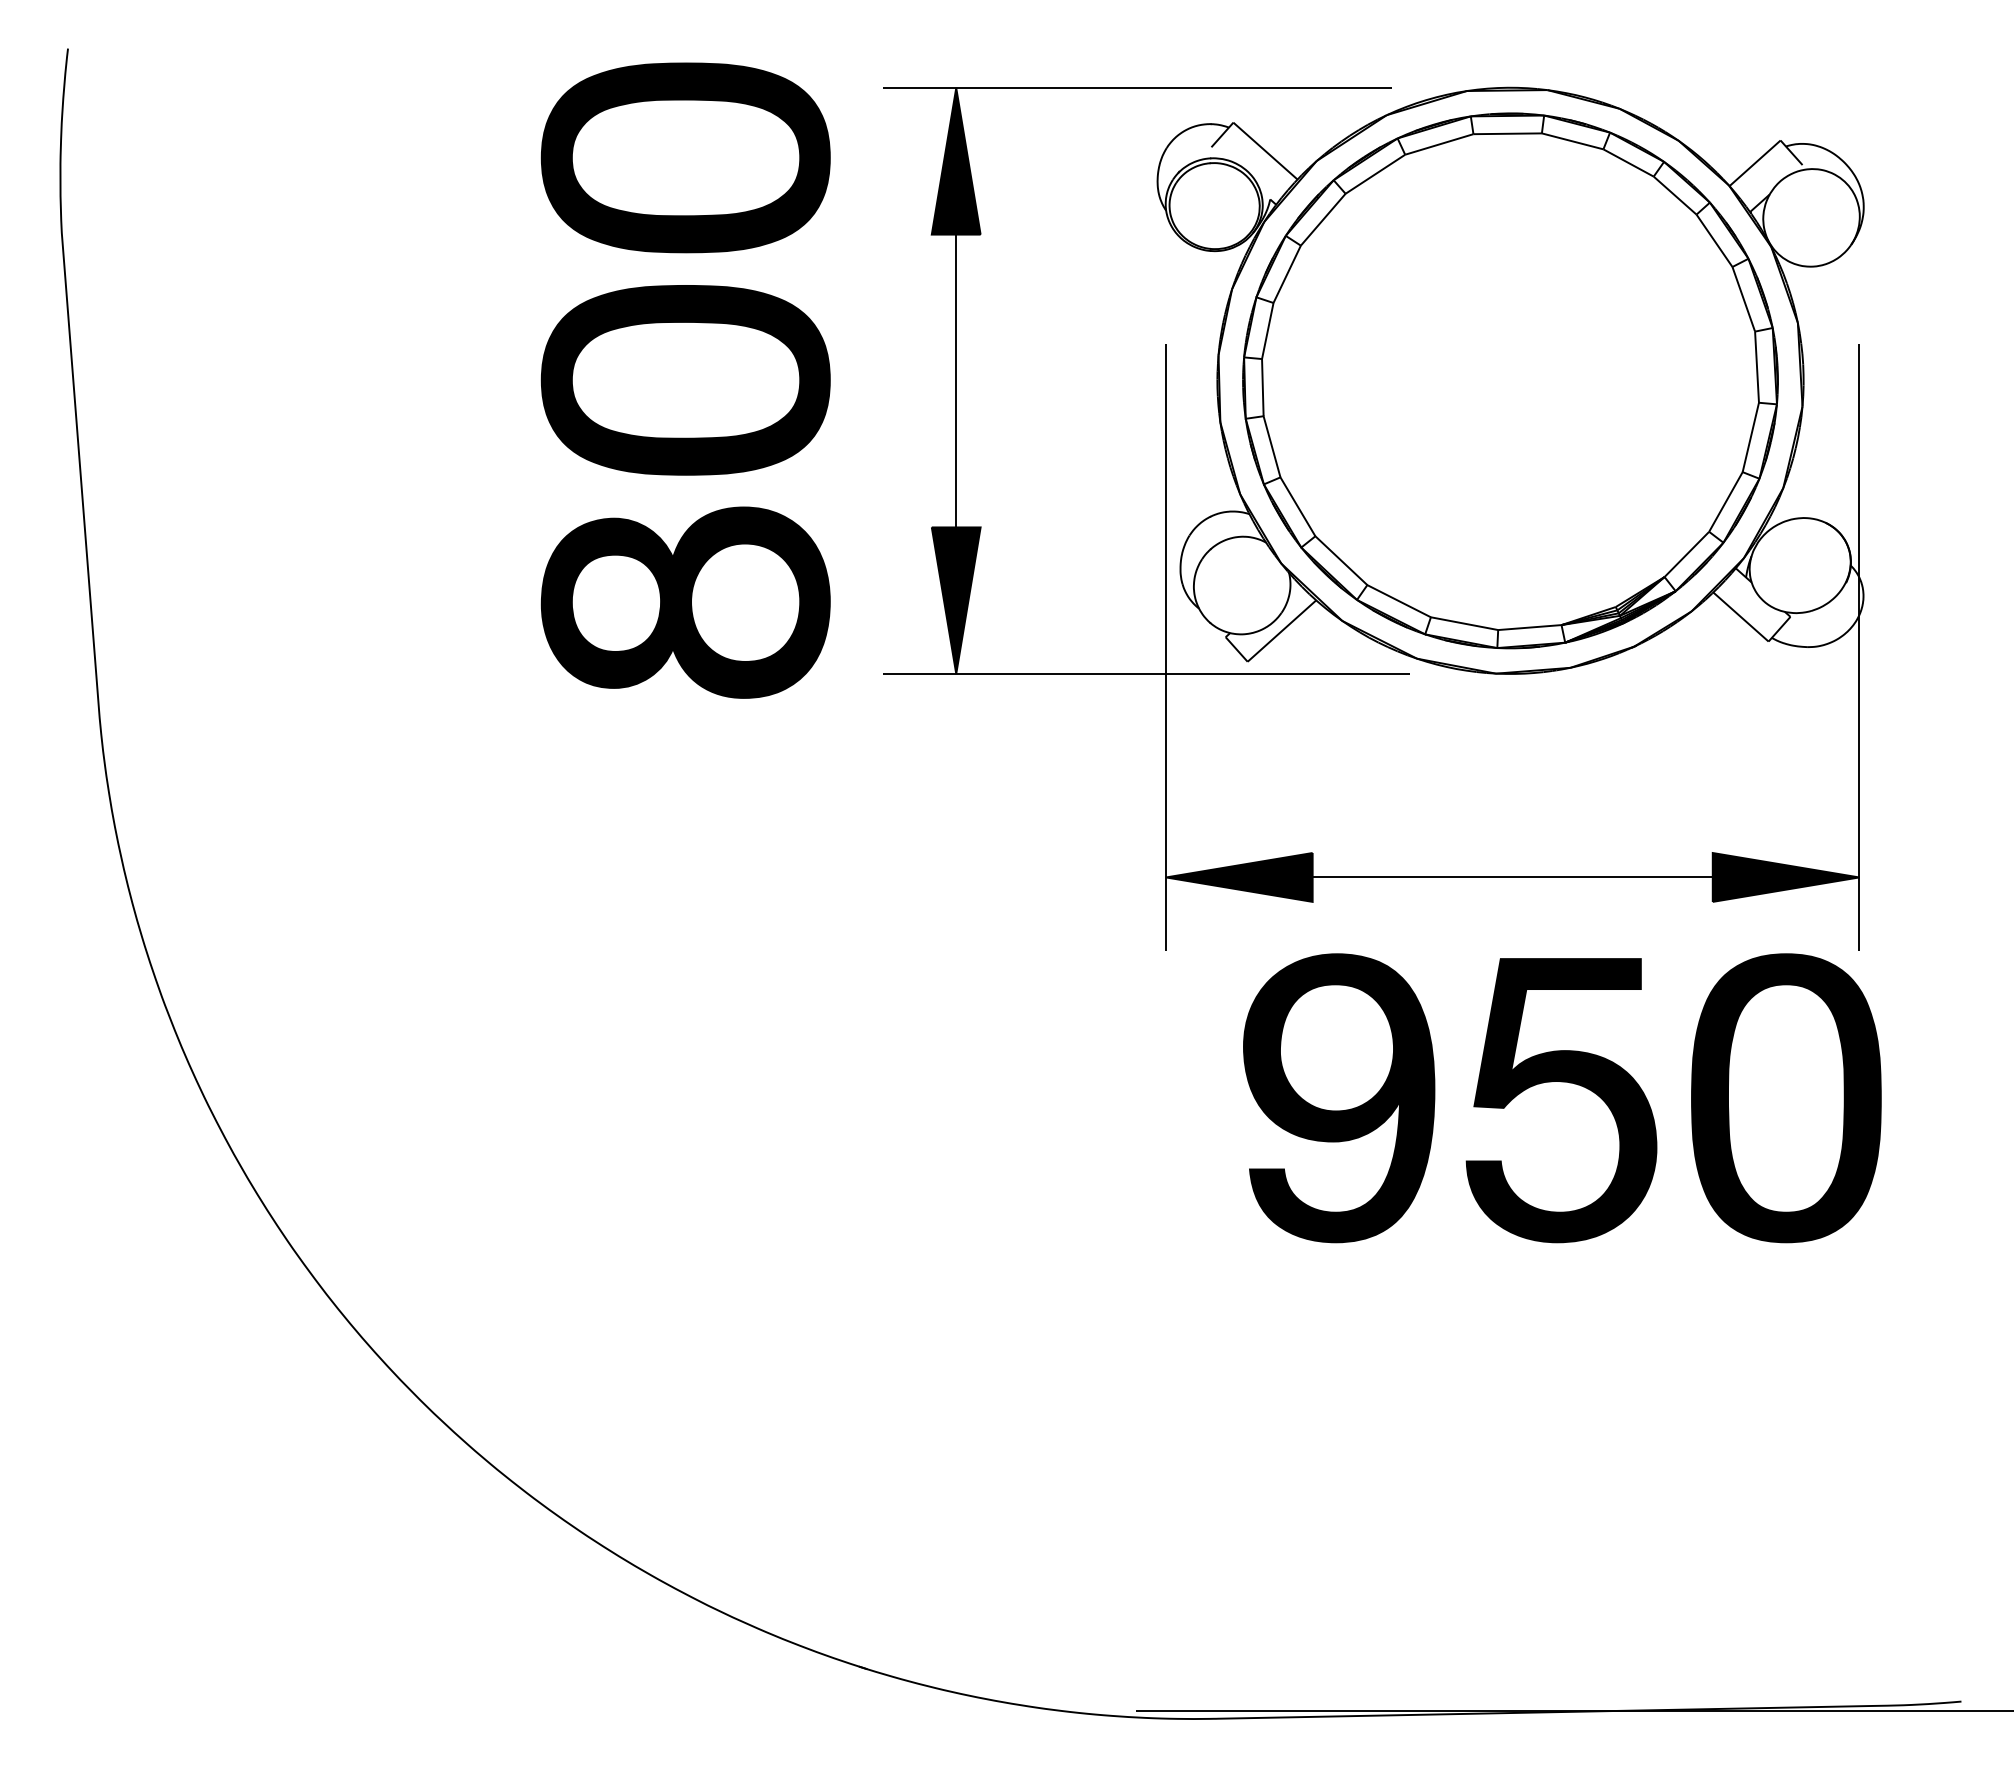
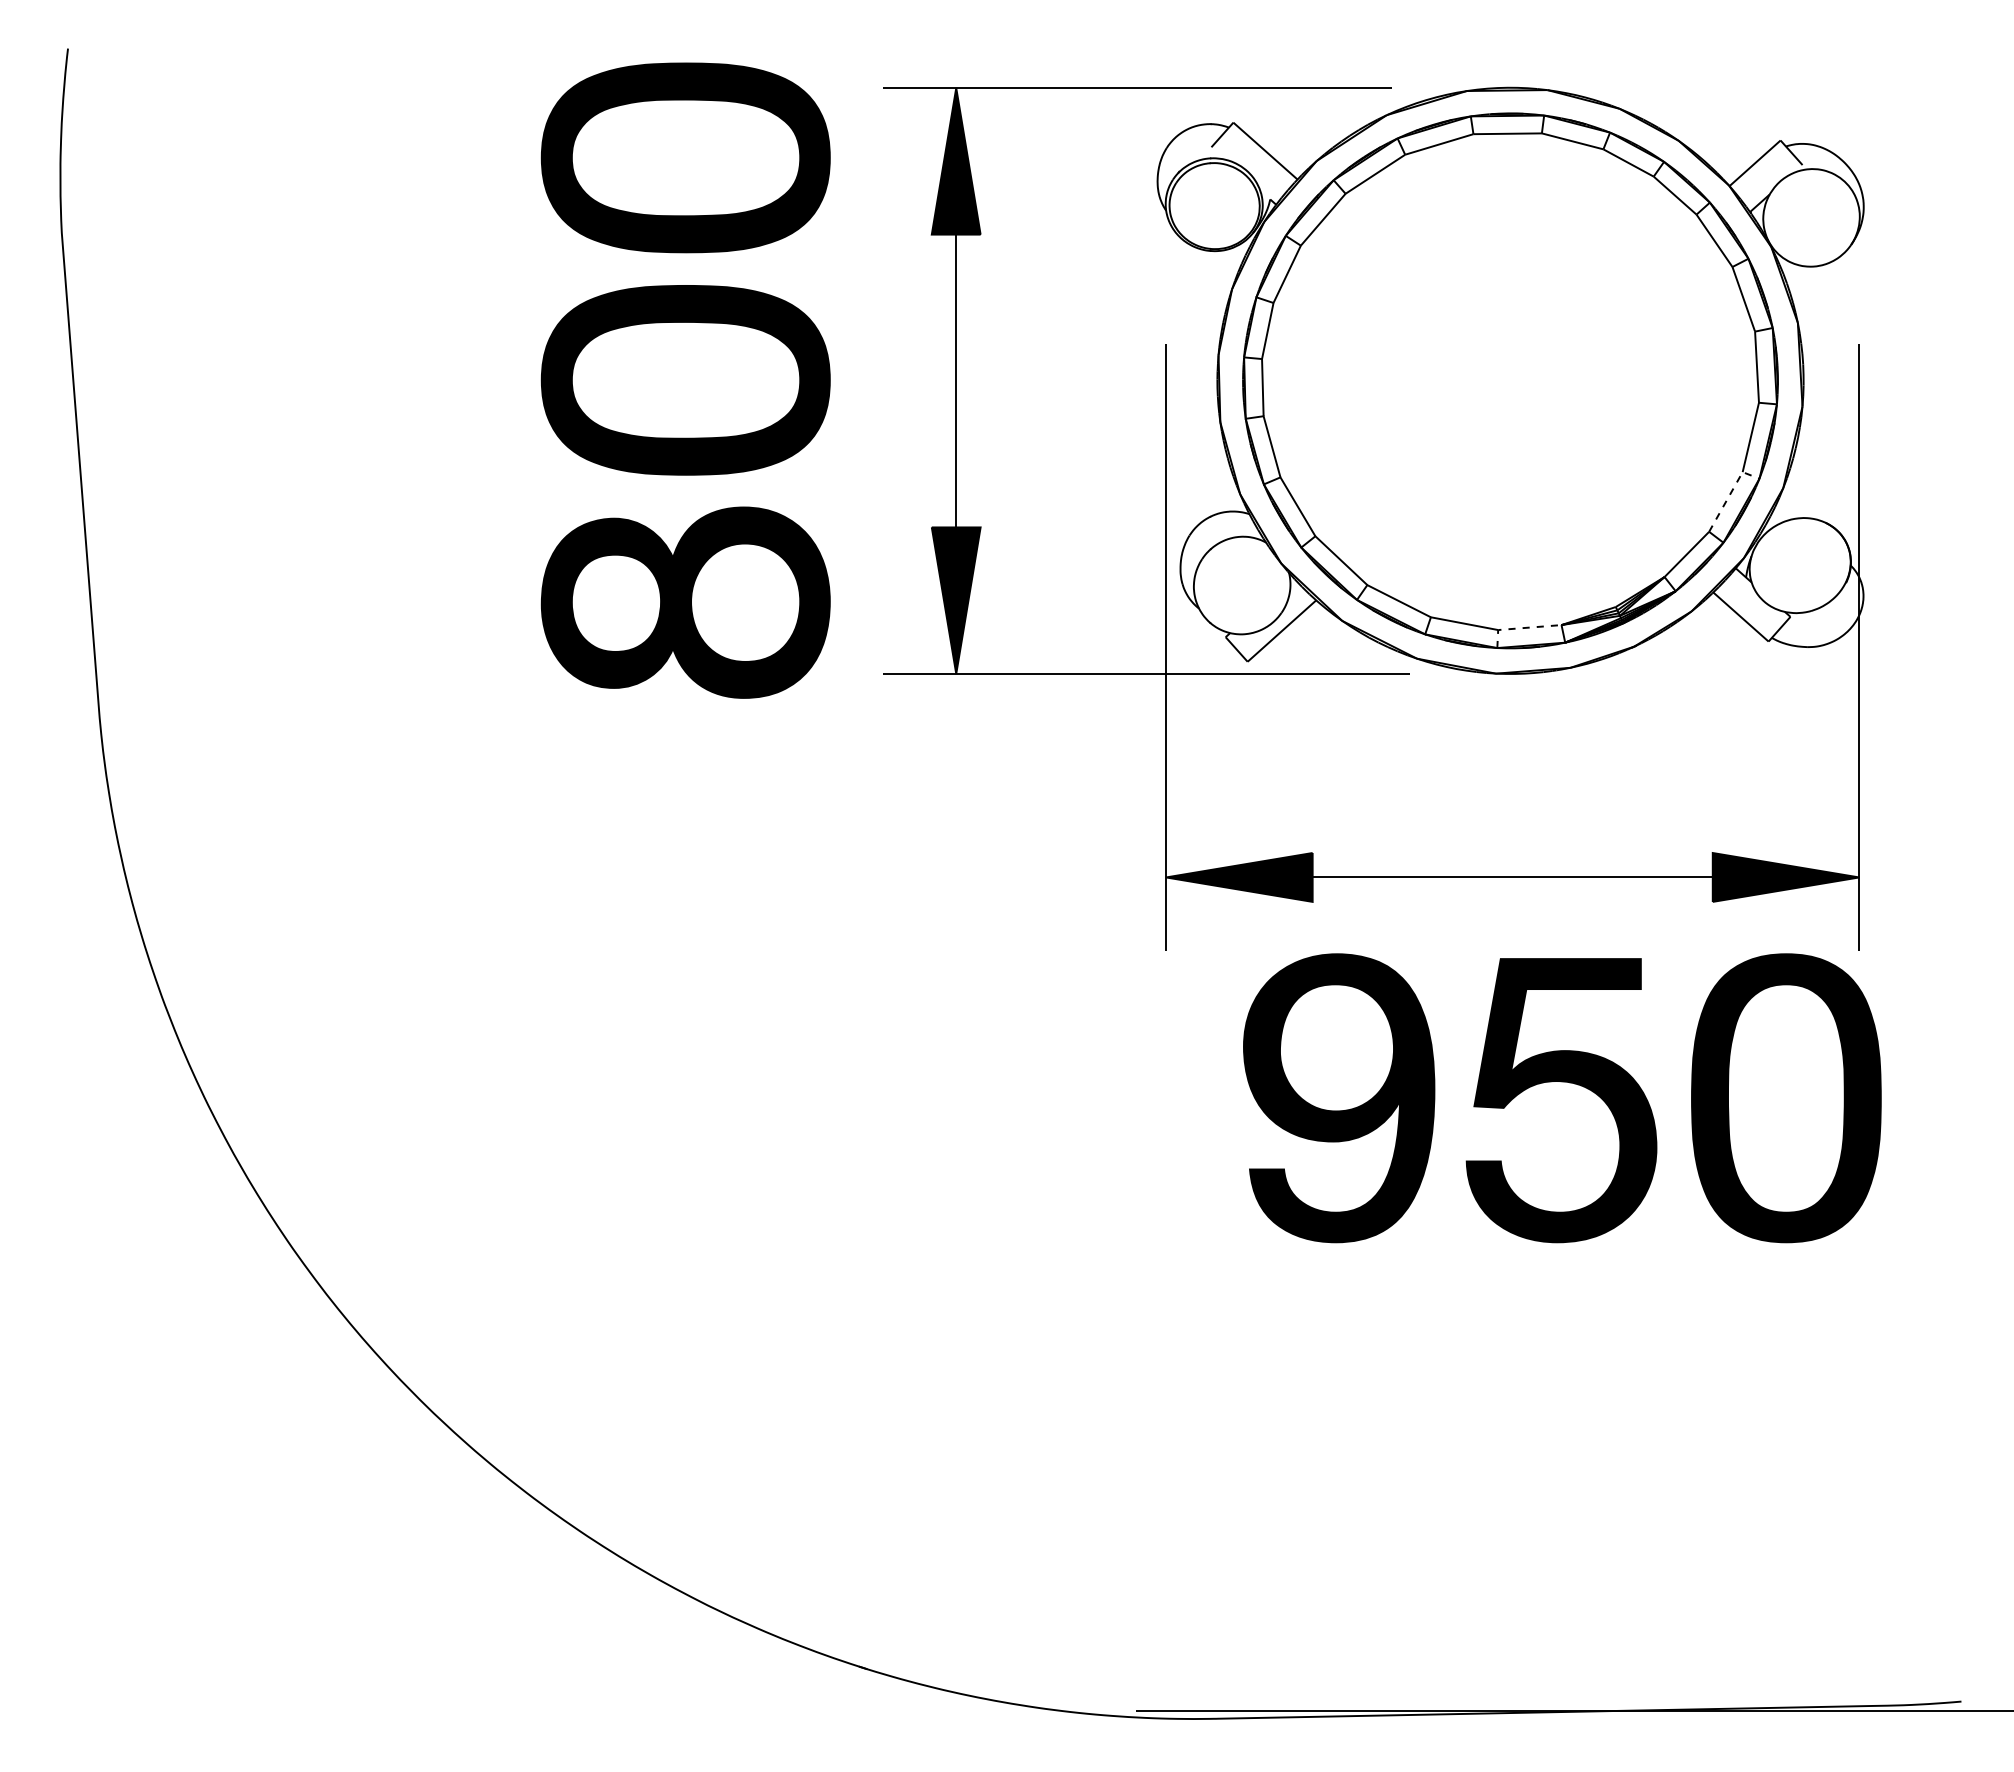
line at (1731, 492): solid -> dashed
line at (1519, 628): solid -> dashed
